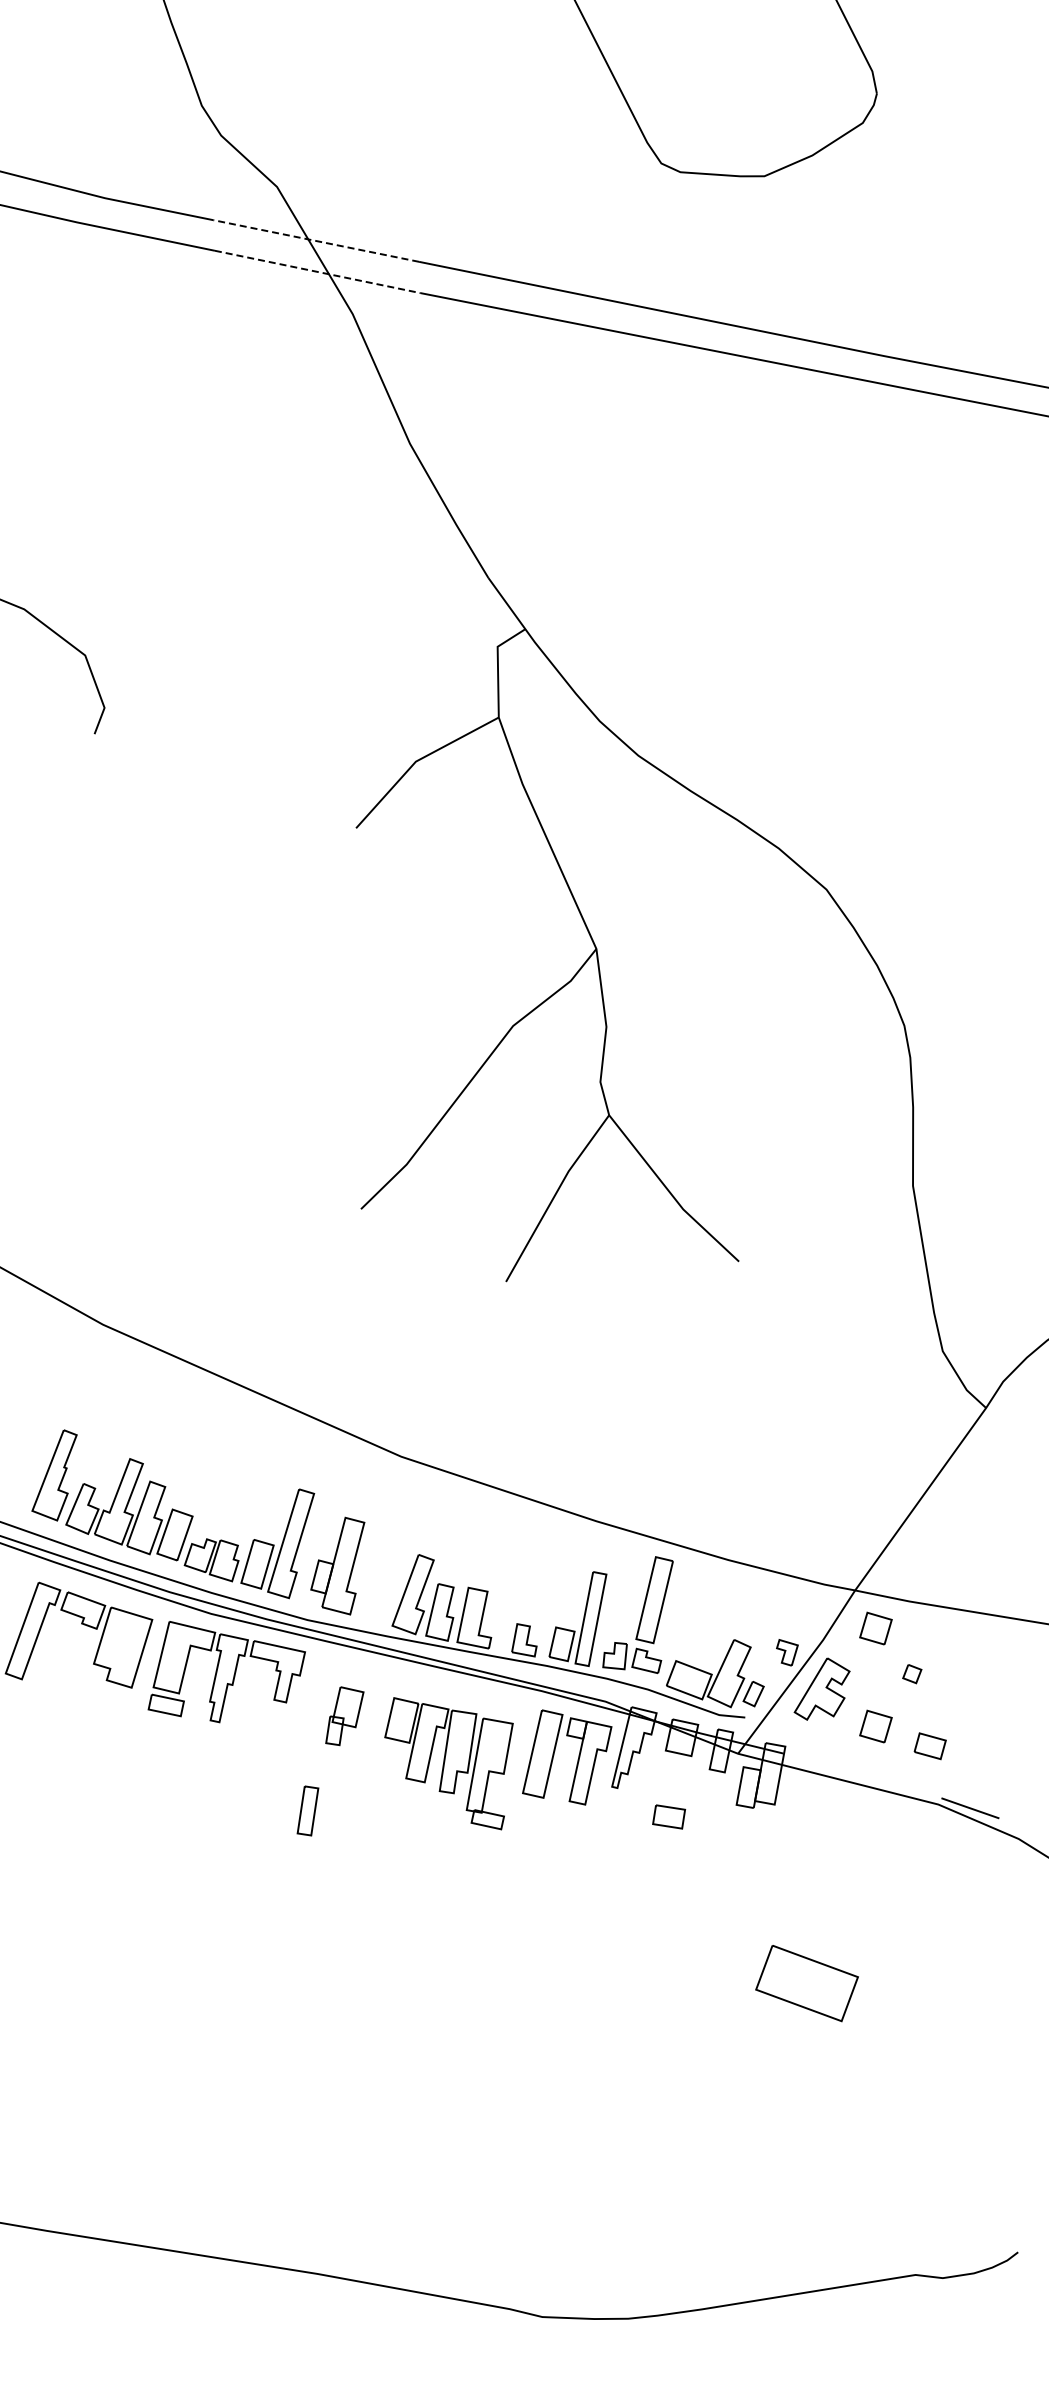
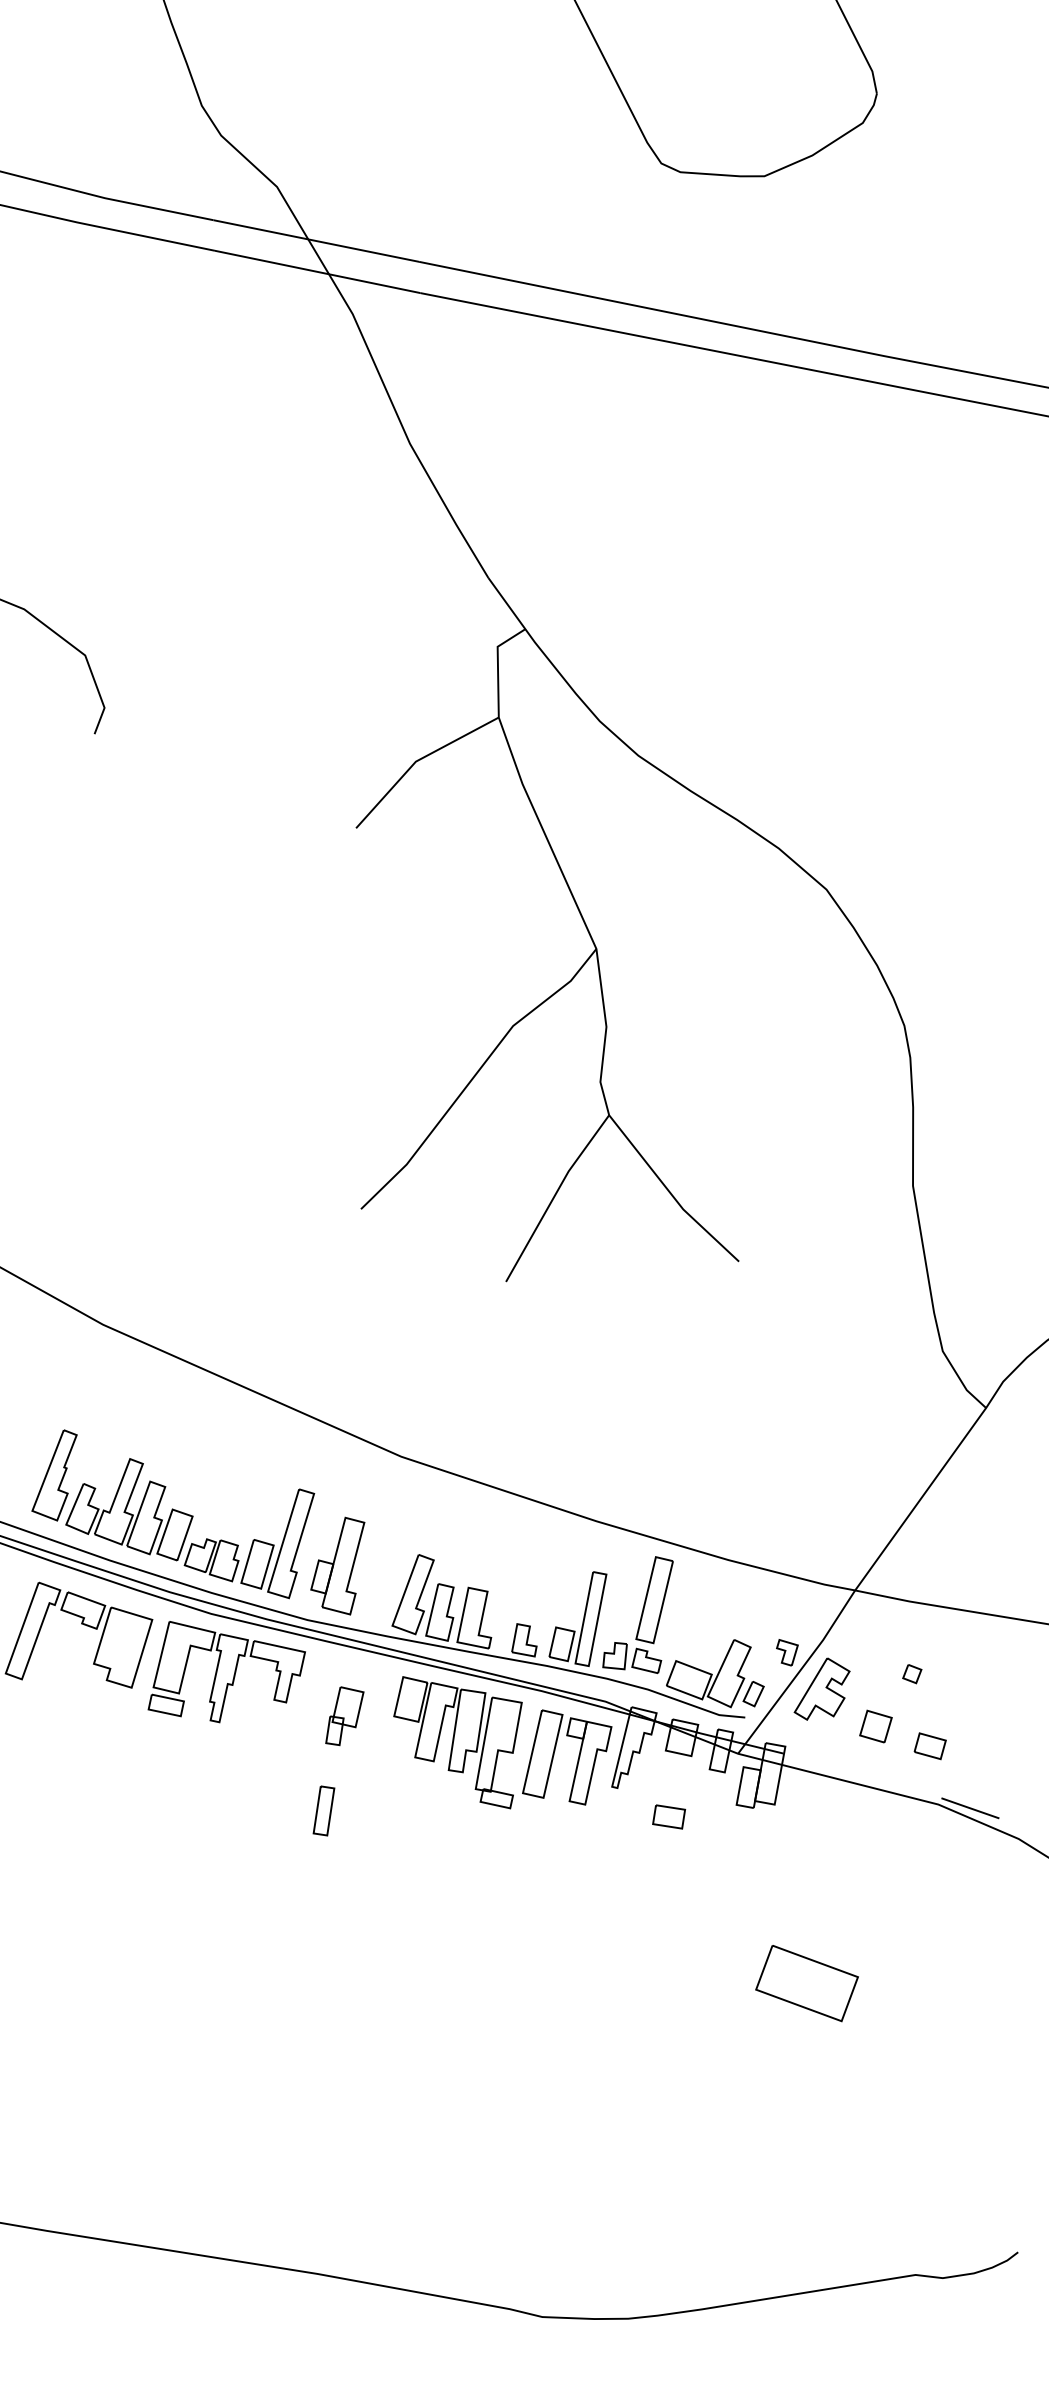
line at (316, 241): dashed -> solid
line at (317, 271): dashed -> solid
part at (875, 1628): present -> none
part at (448, 1763) position: (448, 1763) -> (457, 1742)
part at (307, 1810) position: (307, 1810) -> (323, 1810)
